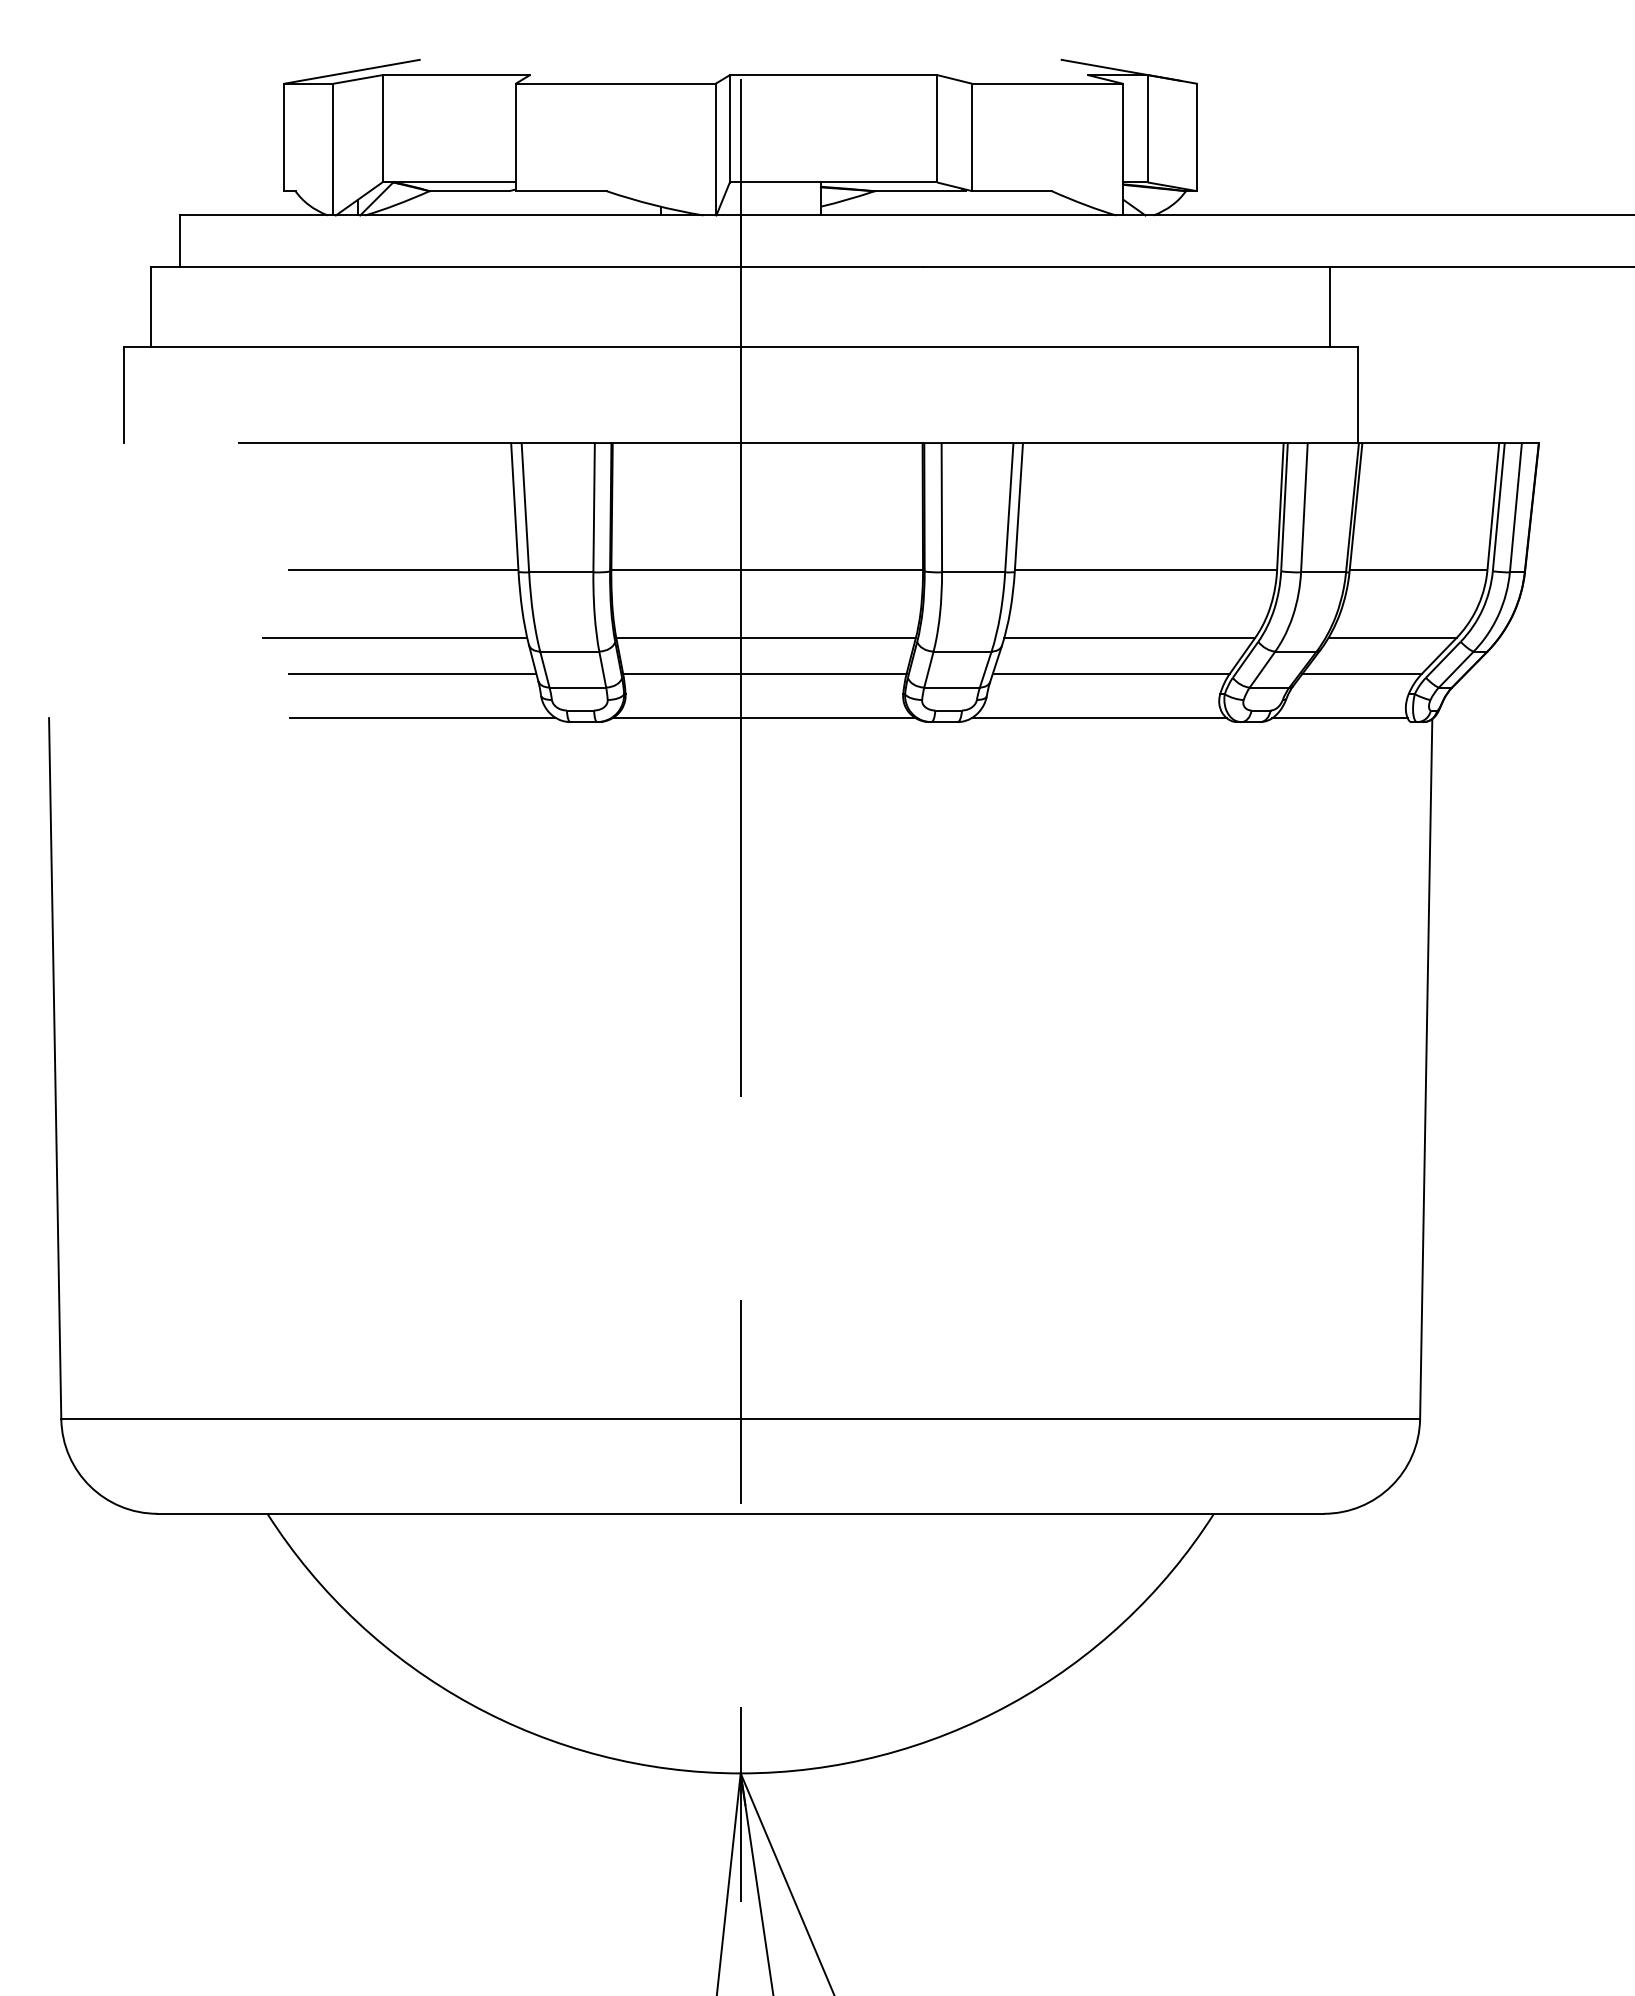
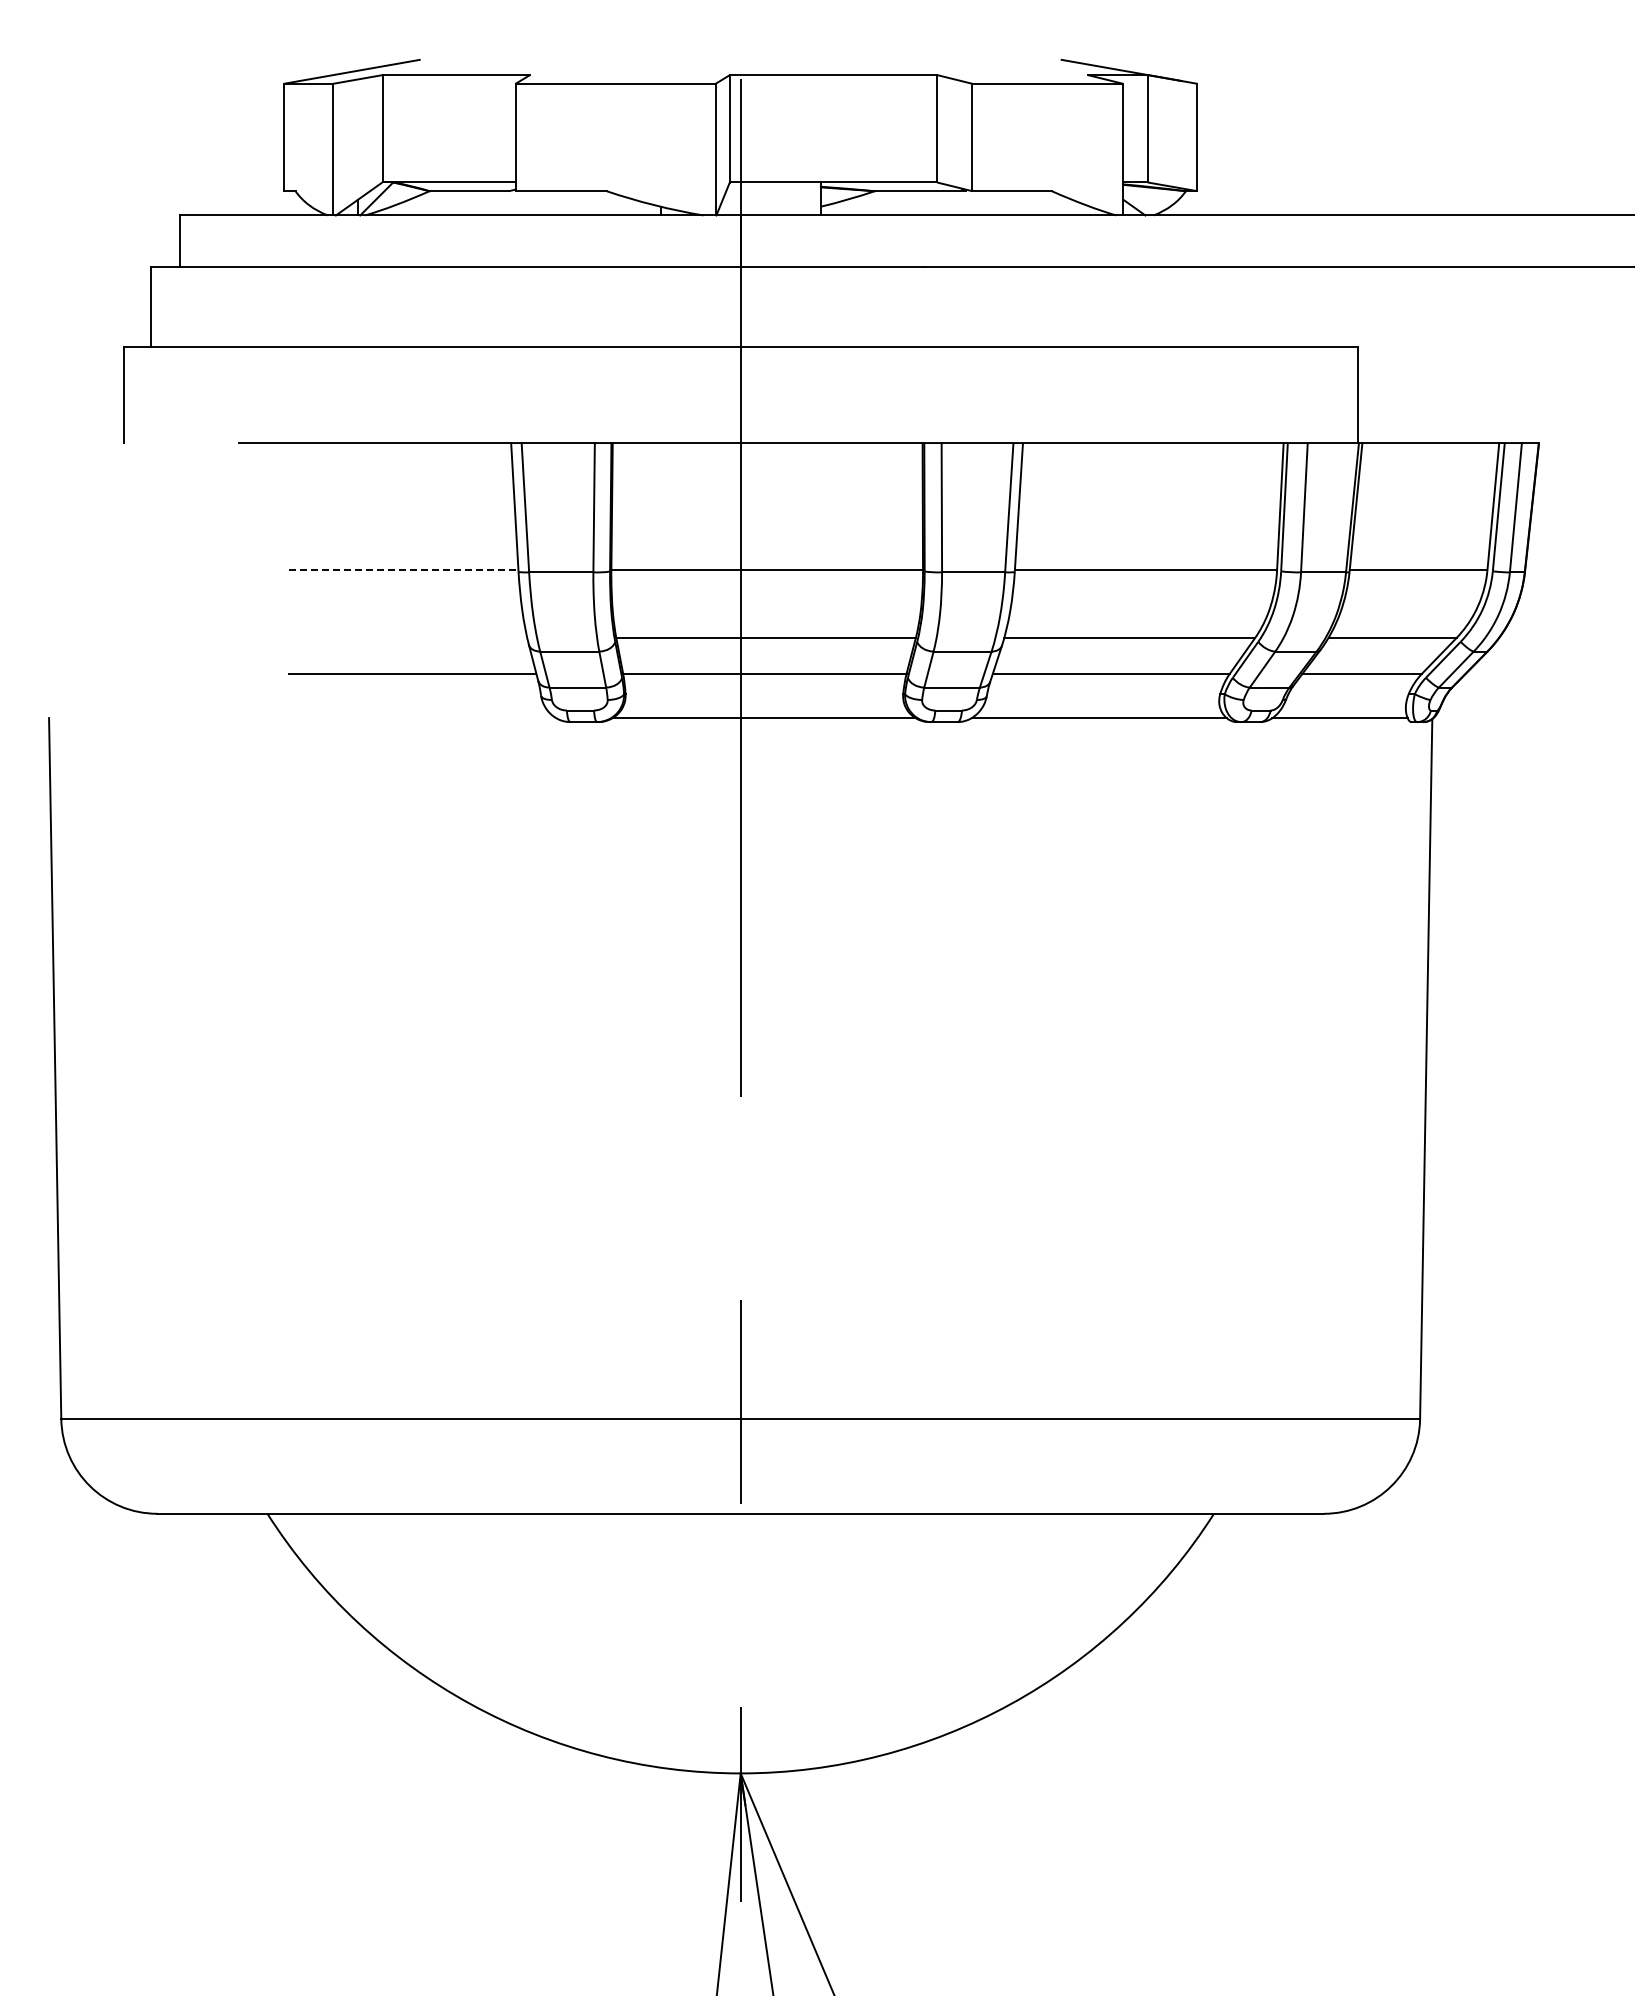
line at (1330, 306): present -> none
line at (403, 570): solid -> dashed
line at (395, 637): present -> none
line at (422, 718): present -> none
